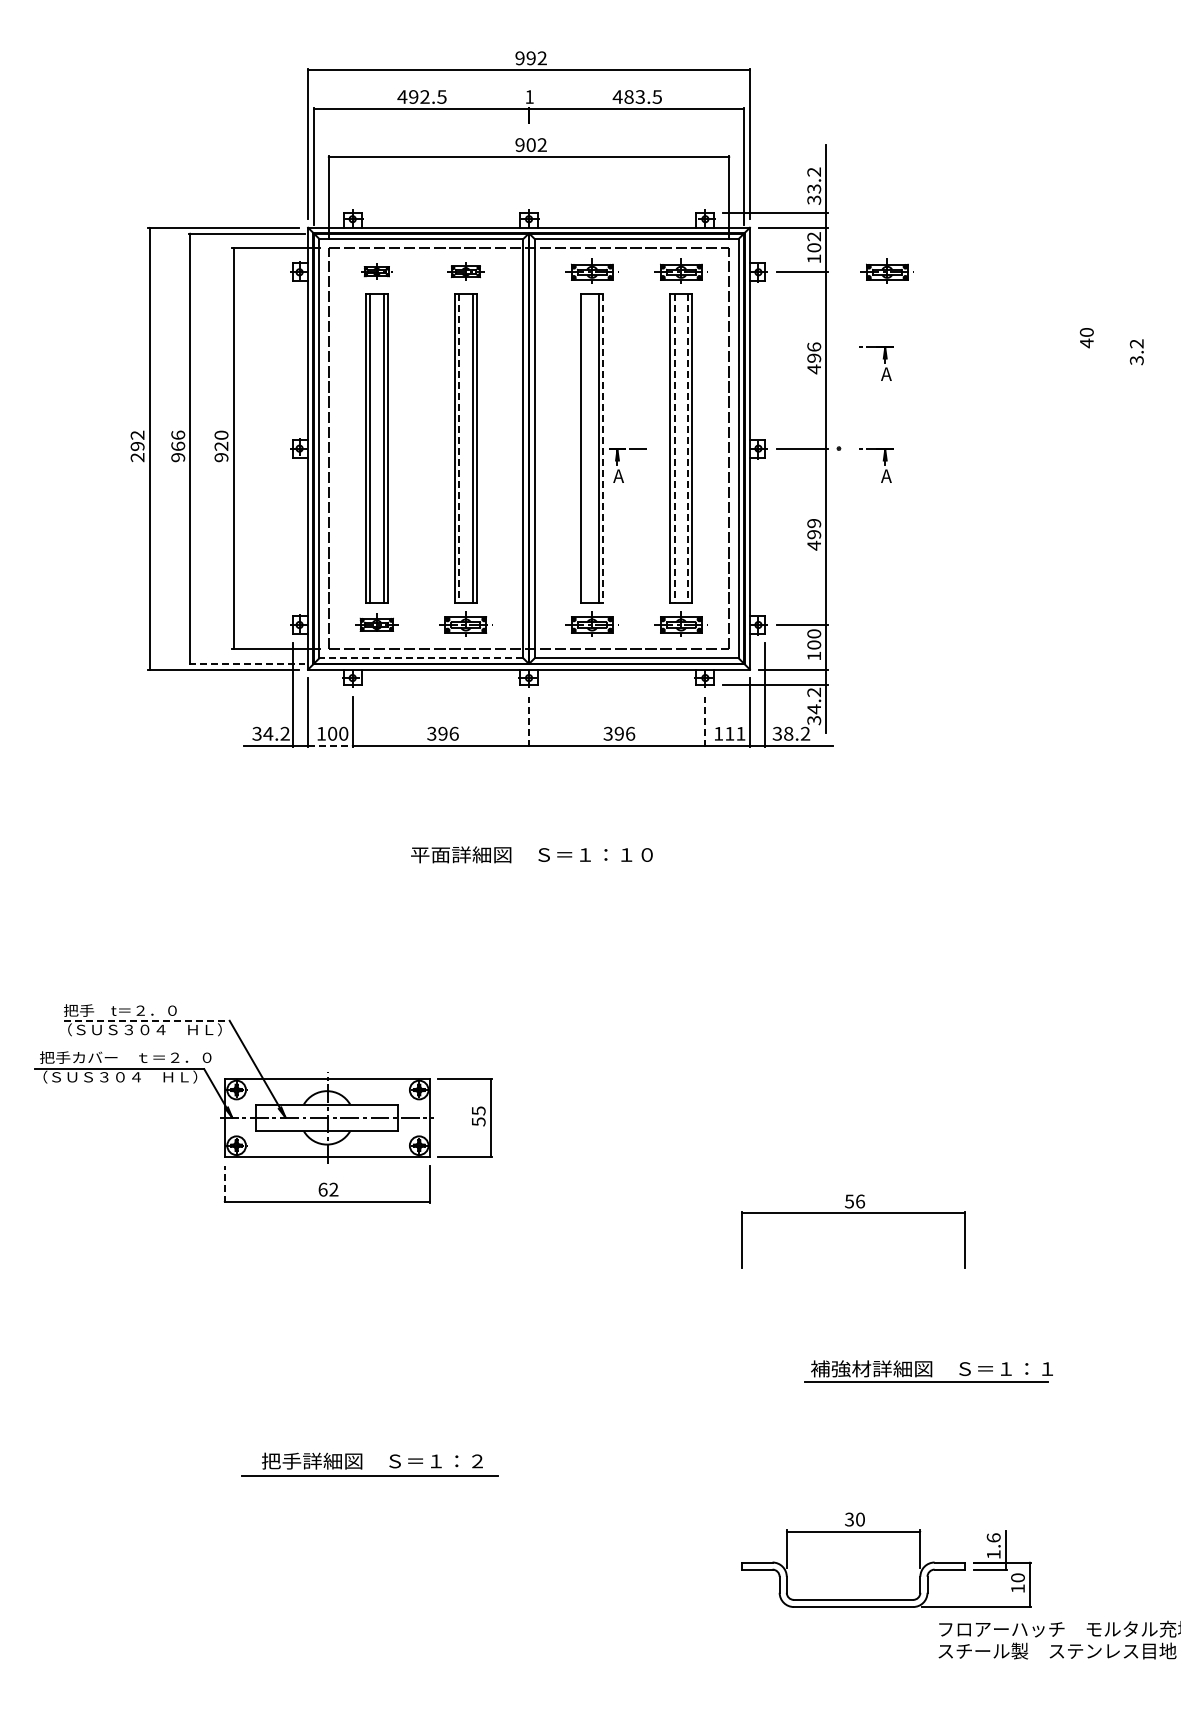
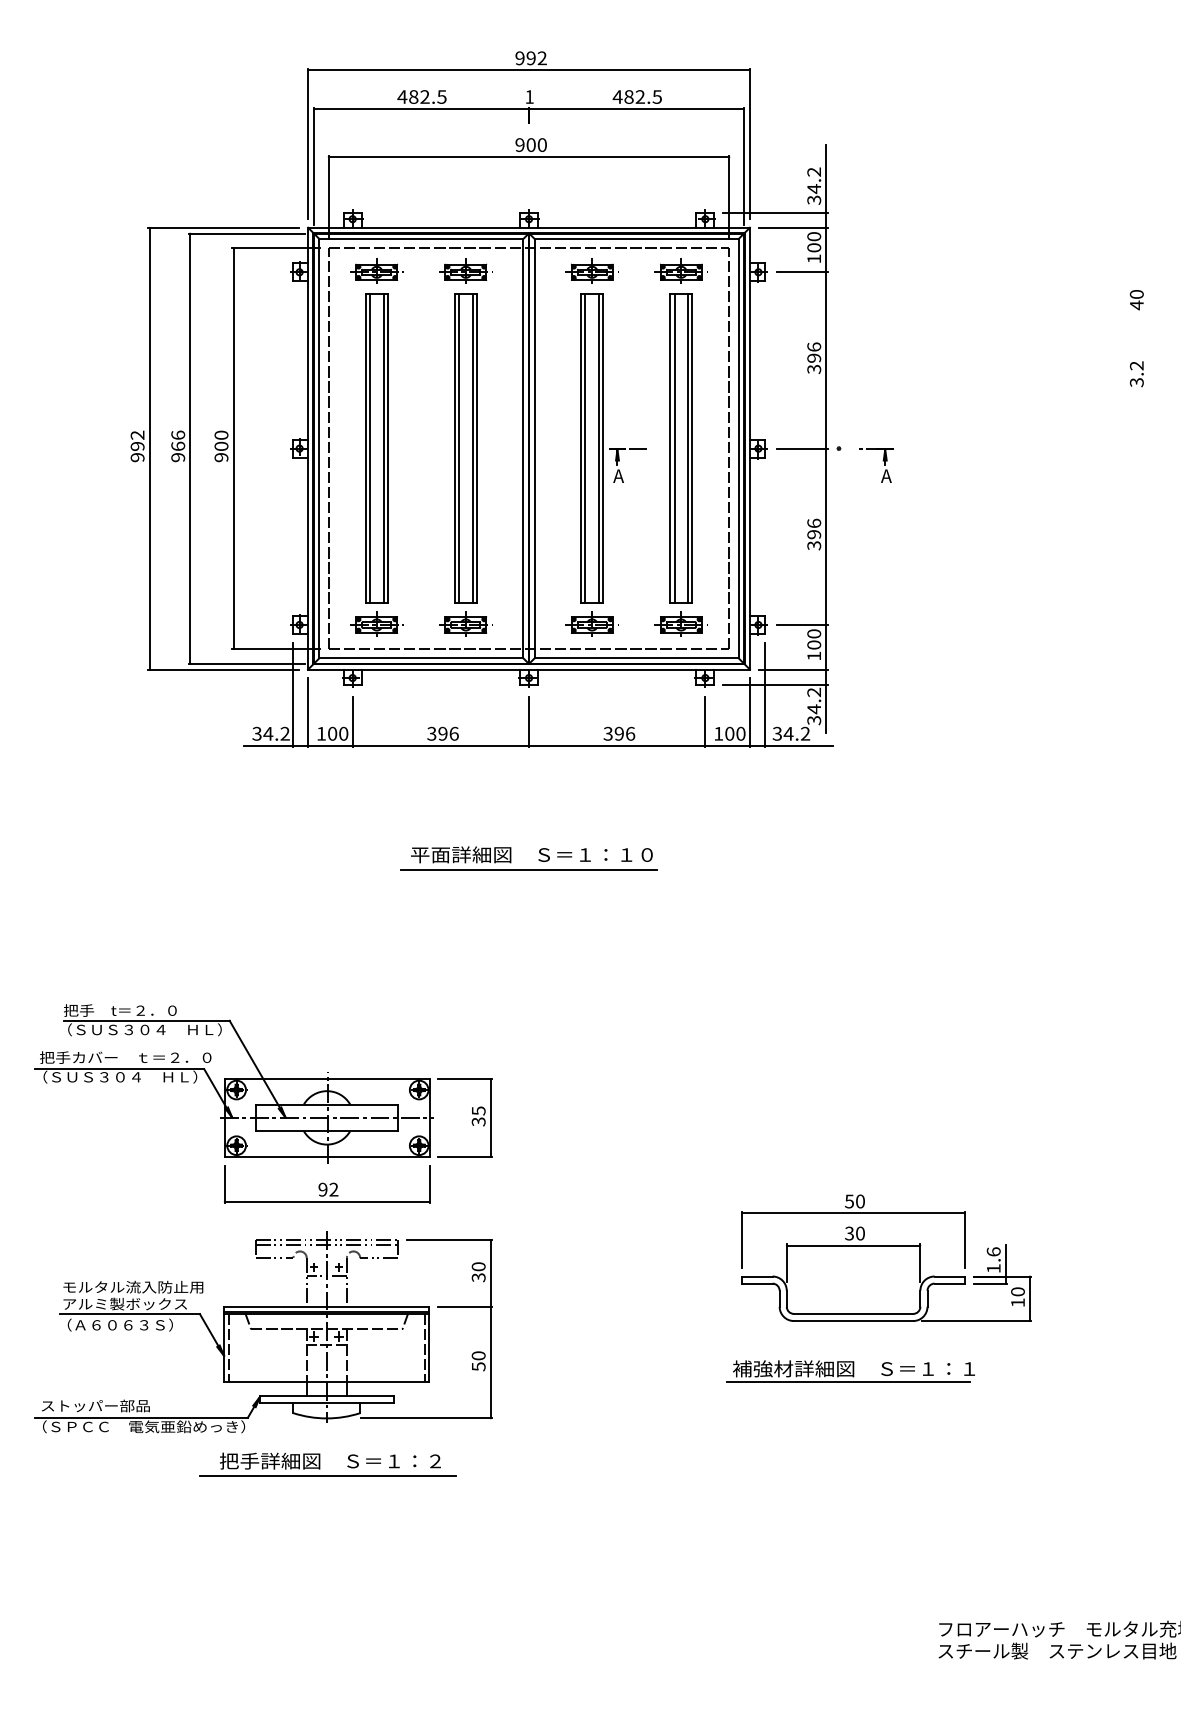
text at (413, 96): 492.5 -> 482.5
text at (639, 96): 483.5 -> 482.5
text at (541, 145): 902 -> 900
text at (814, 189): 33.2 -> 34.2
text at (814, 236): 102 -> 100
part at (886, 270): present -> none
part at (376, 271) size: 32x17 px -> 54x26 px
part at (465, 271) size: 38x19 px -> 54x26 px
text at (1086, 338) position: (1086, 338) -> (1136, 300)
text at (1136, 352) position: (1136, 352) -> (1136, 374)
part at (882, 358): present -> none
text at (814, 369): 496 -> 396
text at (221, 445): 920 -> 900
line at (459, 448): dashed -> solid
line at (585, 448): none -> present
line at (603, 448): dashed -> solid
line at (674, 448): dashed -> solid
line at (687, 448): dashed -> solid
text at (137, 457): 292 -> 992
text at (814, 534): 499 -> 396
part at (376, 622) size: 44x19 px -> 54x26 px
line at (420, 658): dashed -> solid
line at (247, 663): dashed -> solid
line at (529, 721): dashed -> solid
line at (705, 721): dashed -> solid
text at (735, 733): 111 -> 100
text at (788, 733): 38.2 -> 34.2
line at (330, 745): dashed -> solid
line at (529, 869): none -> present
line at (147, 1020): dashed -> solid
text at (477, 1121): 55 -> 35
line at (224, 1184): dashed -> solid
text at (322, 1189): 62 -> 92
text at (860, 1201): 56 -> 50
part at (263, 1332): none -> present
part at (928, 1371) position: (928, 1371) -> (850, 1371)
part at (362, 1464) position: (362, 1464) -> (320, 1464)
part at (886, 1559) position: (886, 1559) -> (886, 1273)
